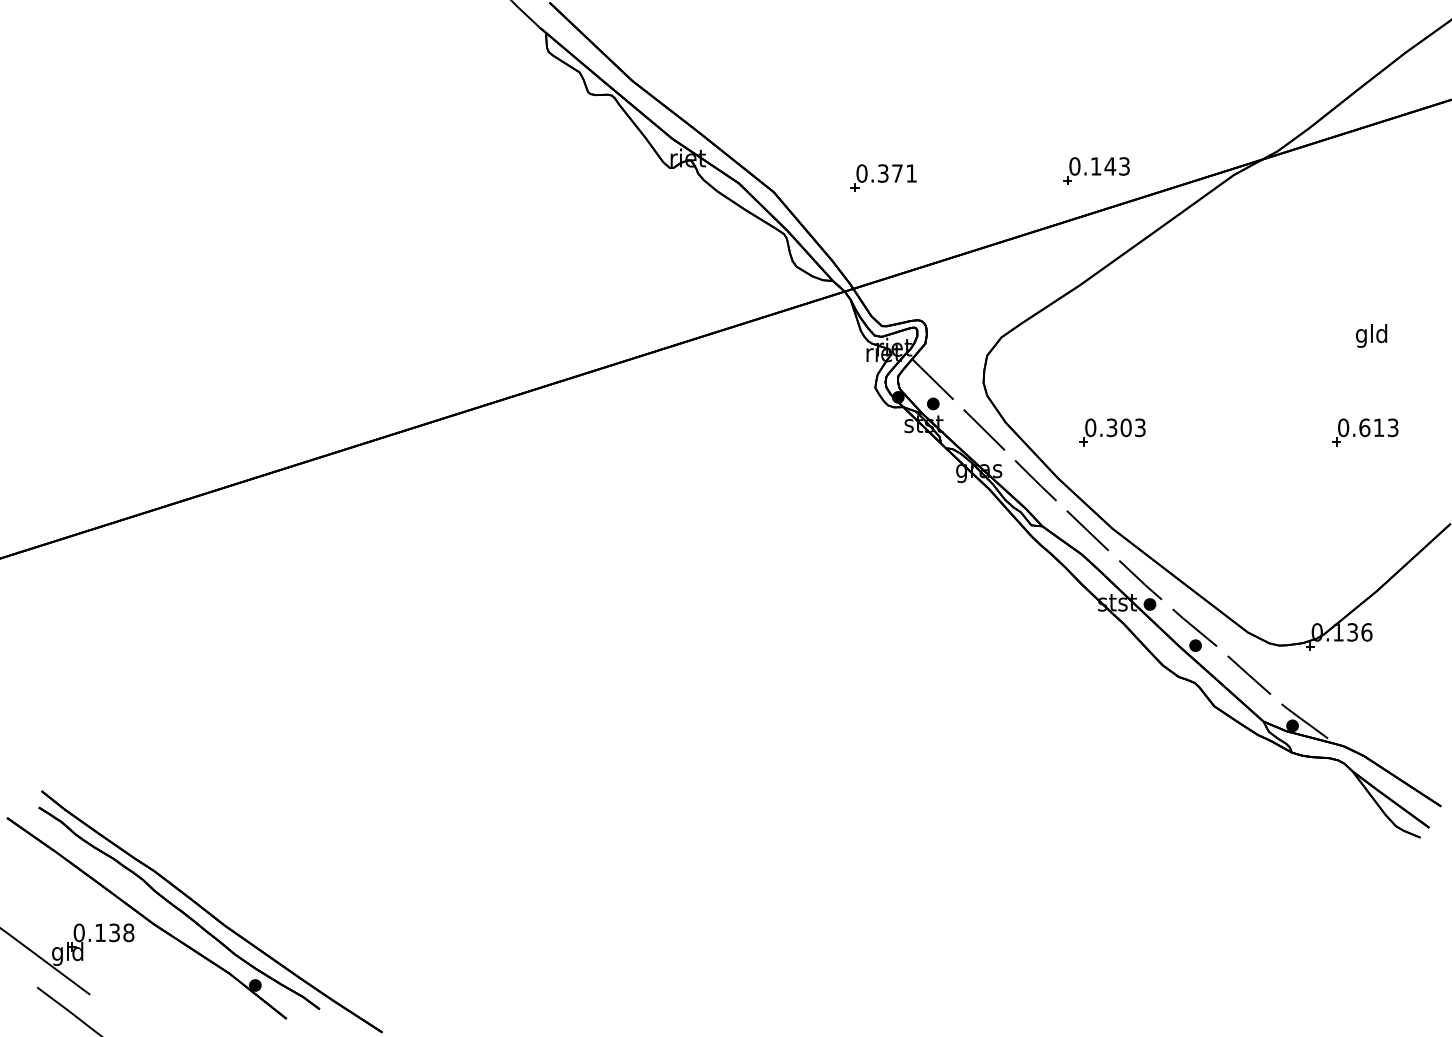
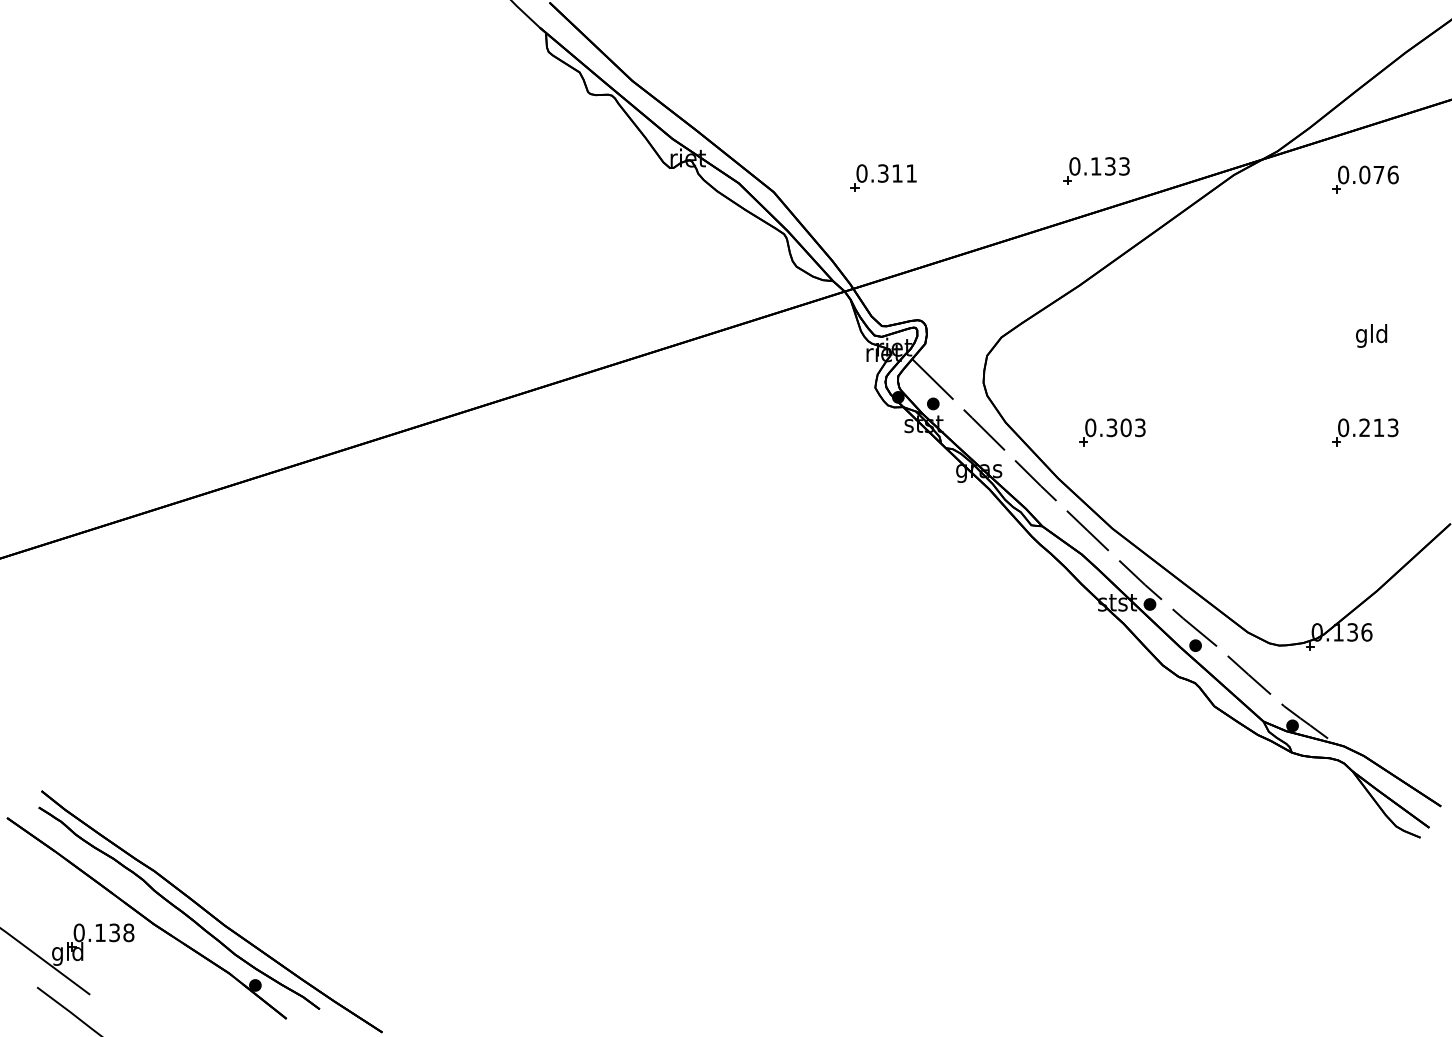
text at (1110, 166): 0.143 -> 0.133
text at (897, 173): 0.371 -> 0.311
part at (1365, 179): none -> present
text at (1364, 427): 0.613 -> 0.213
